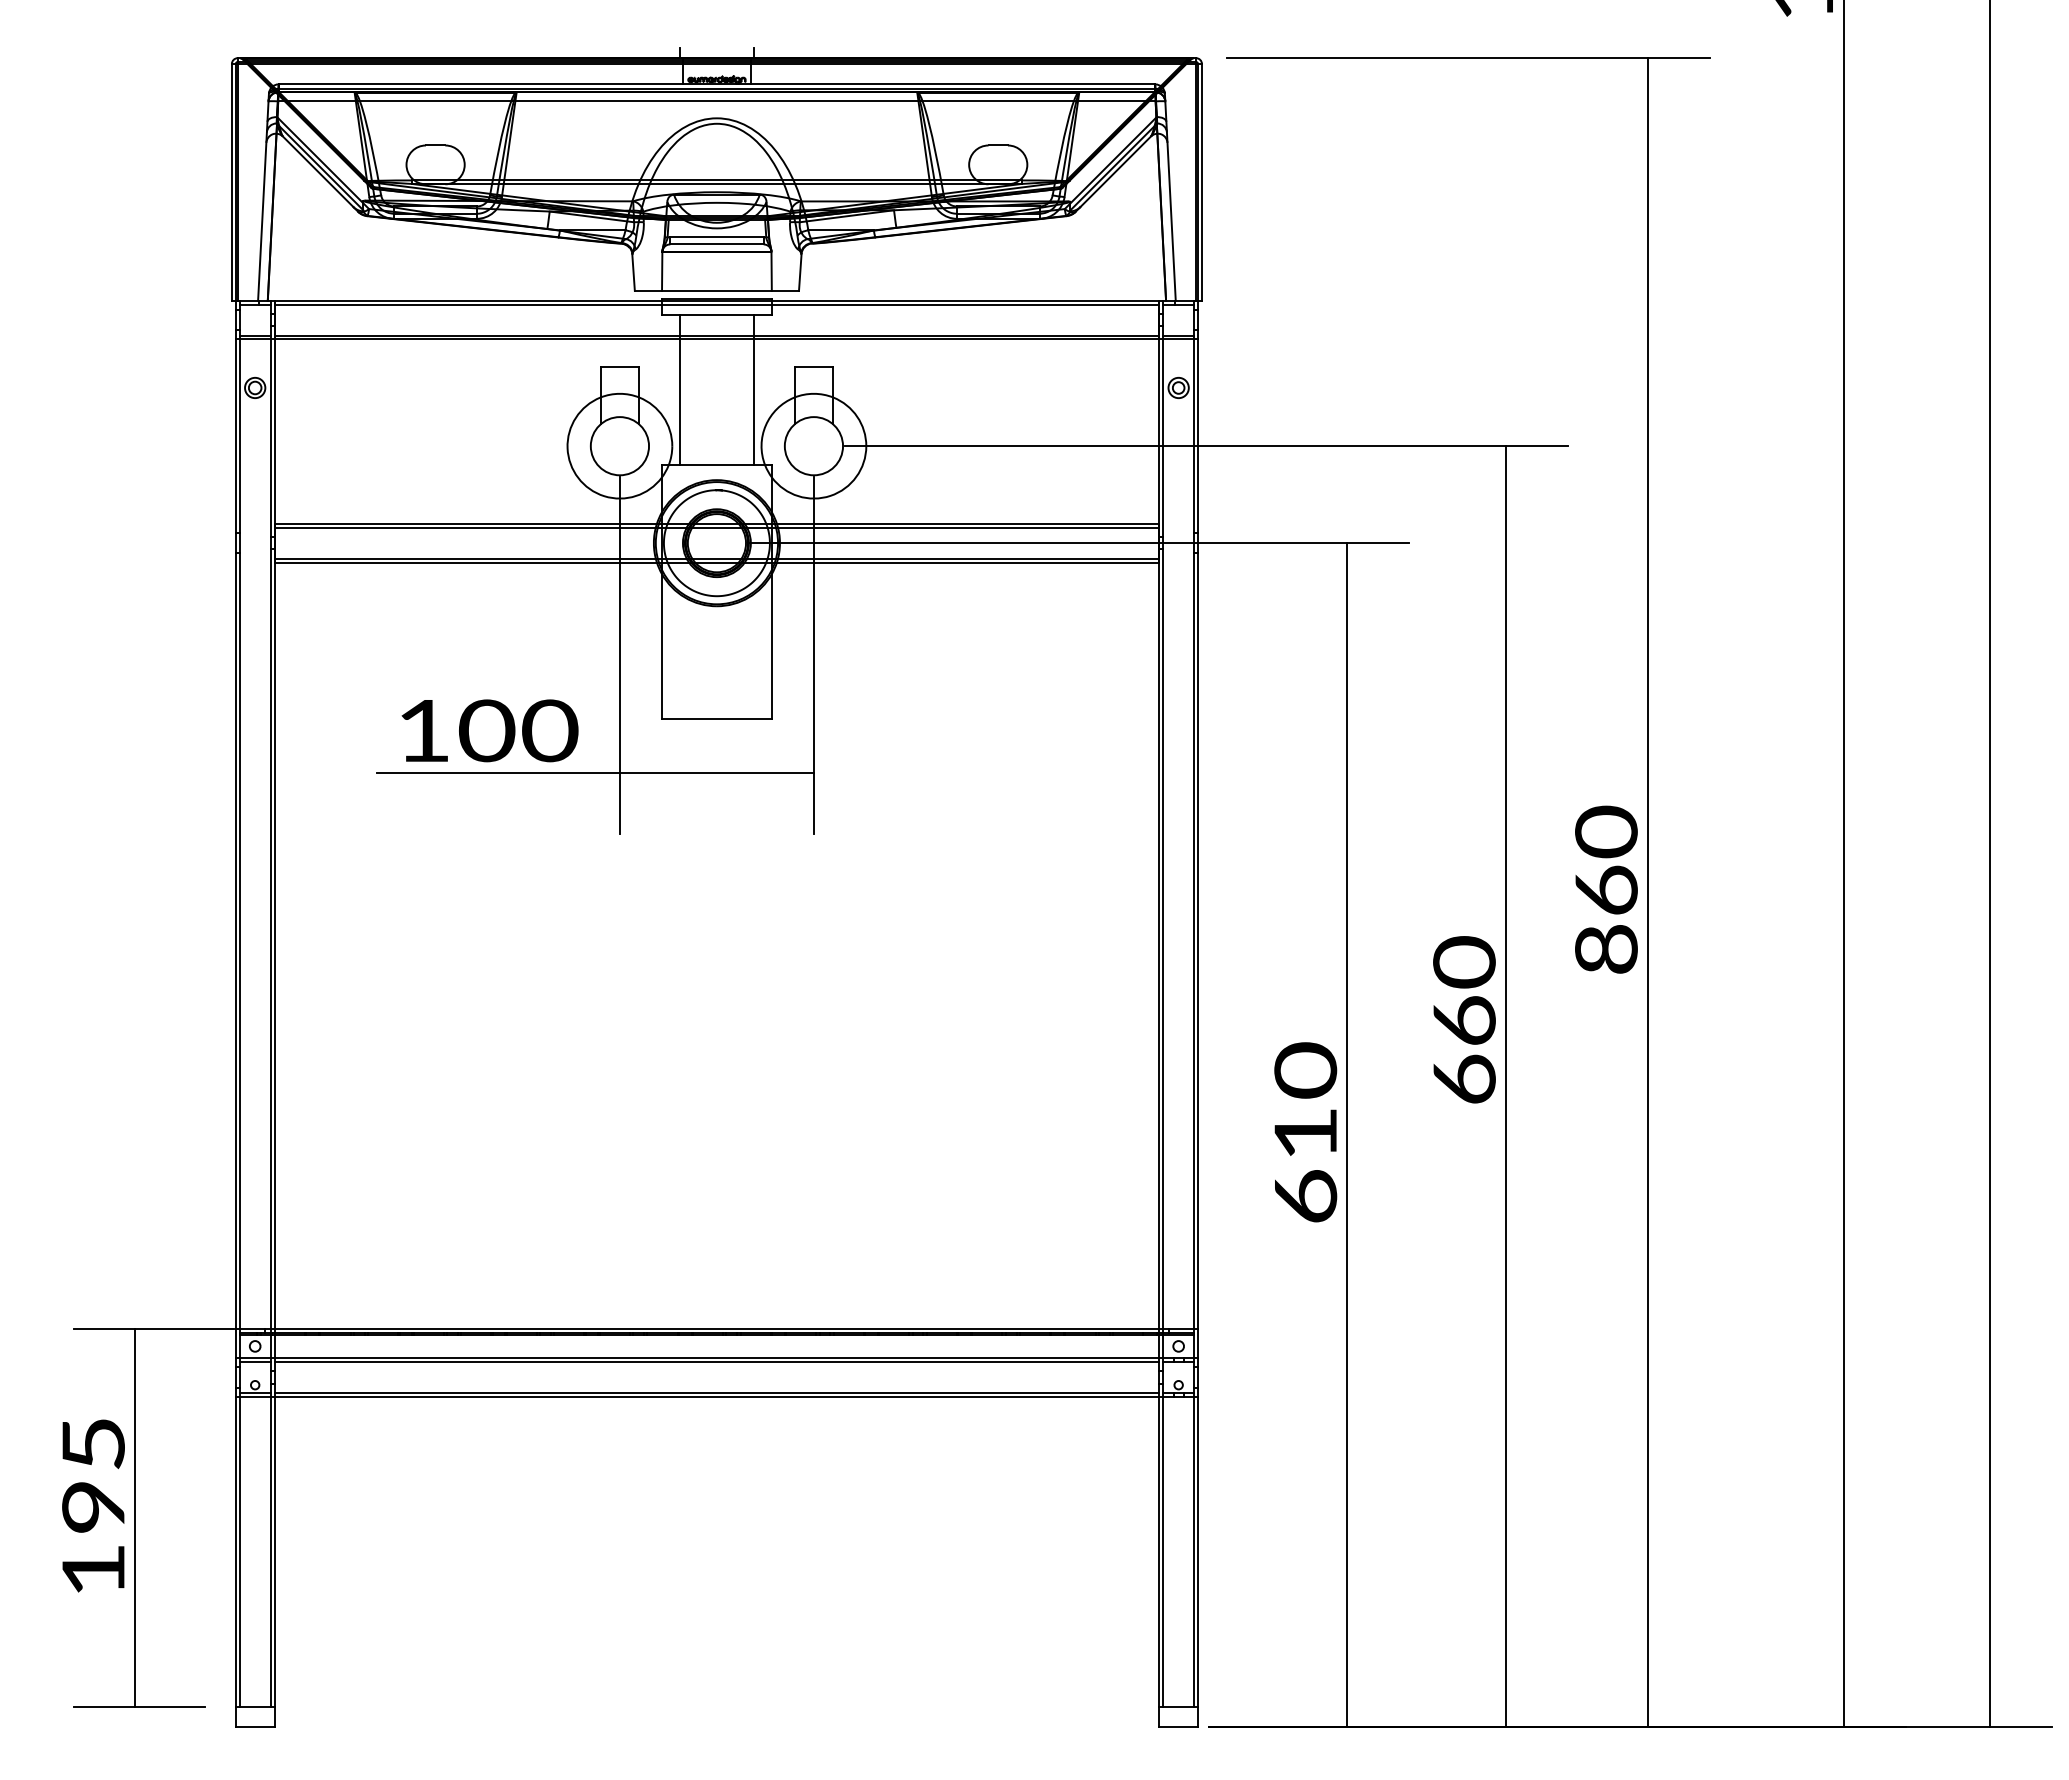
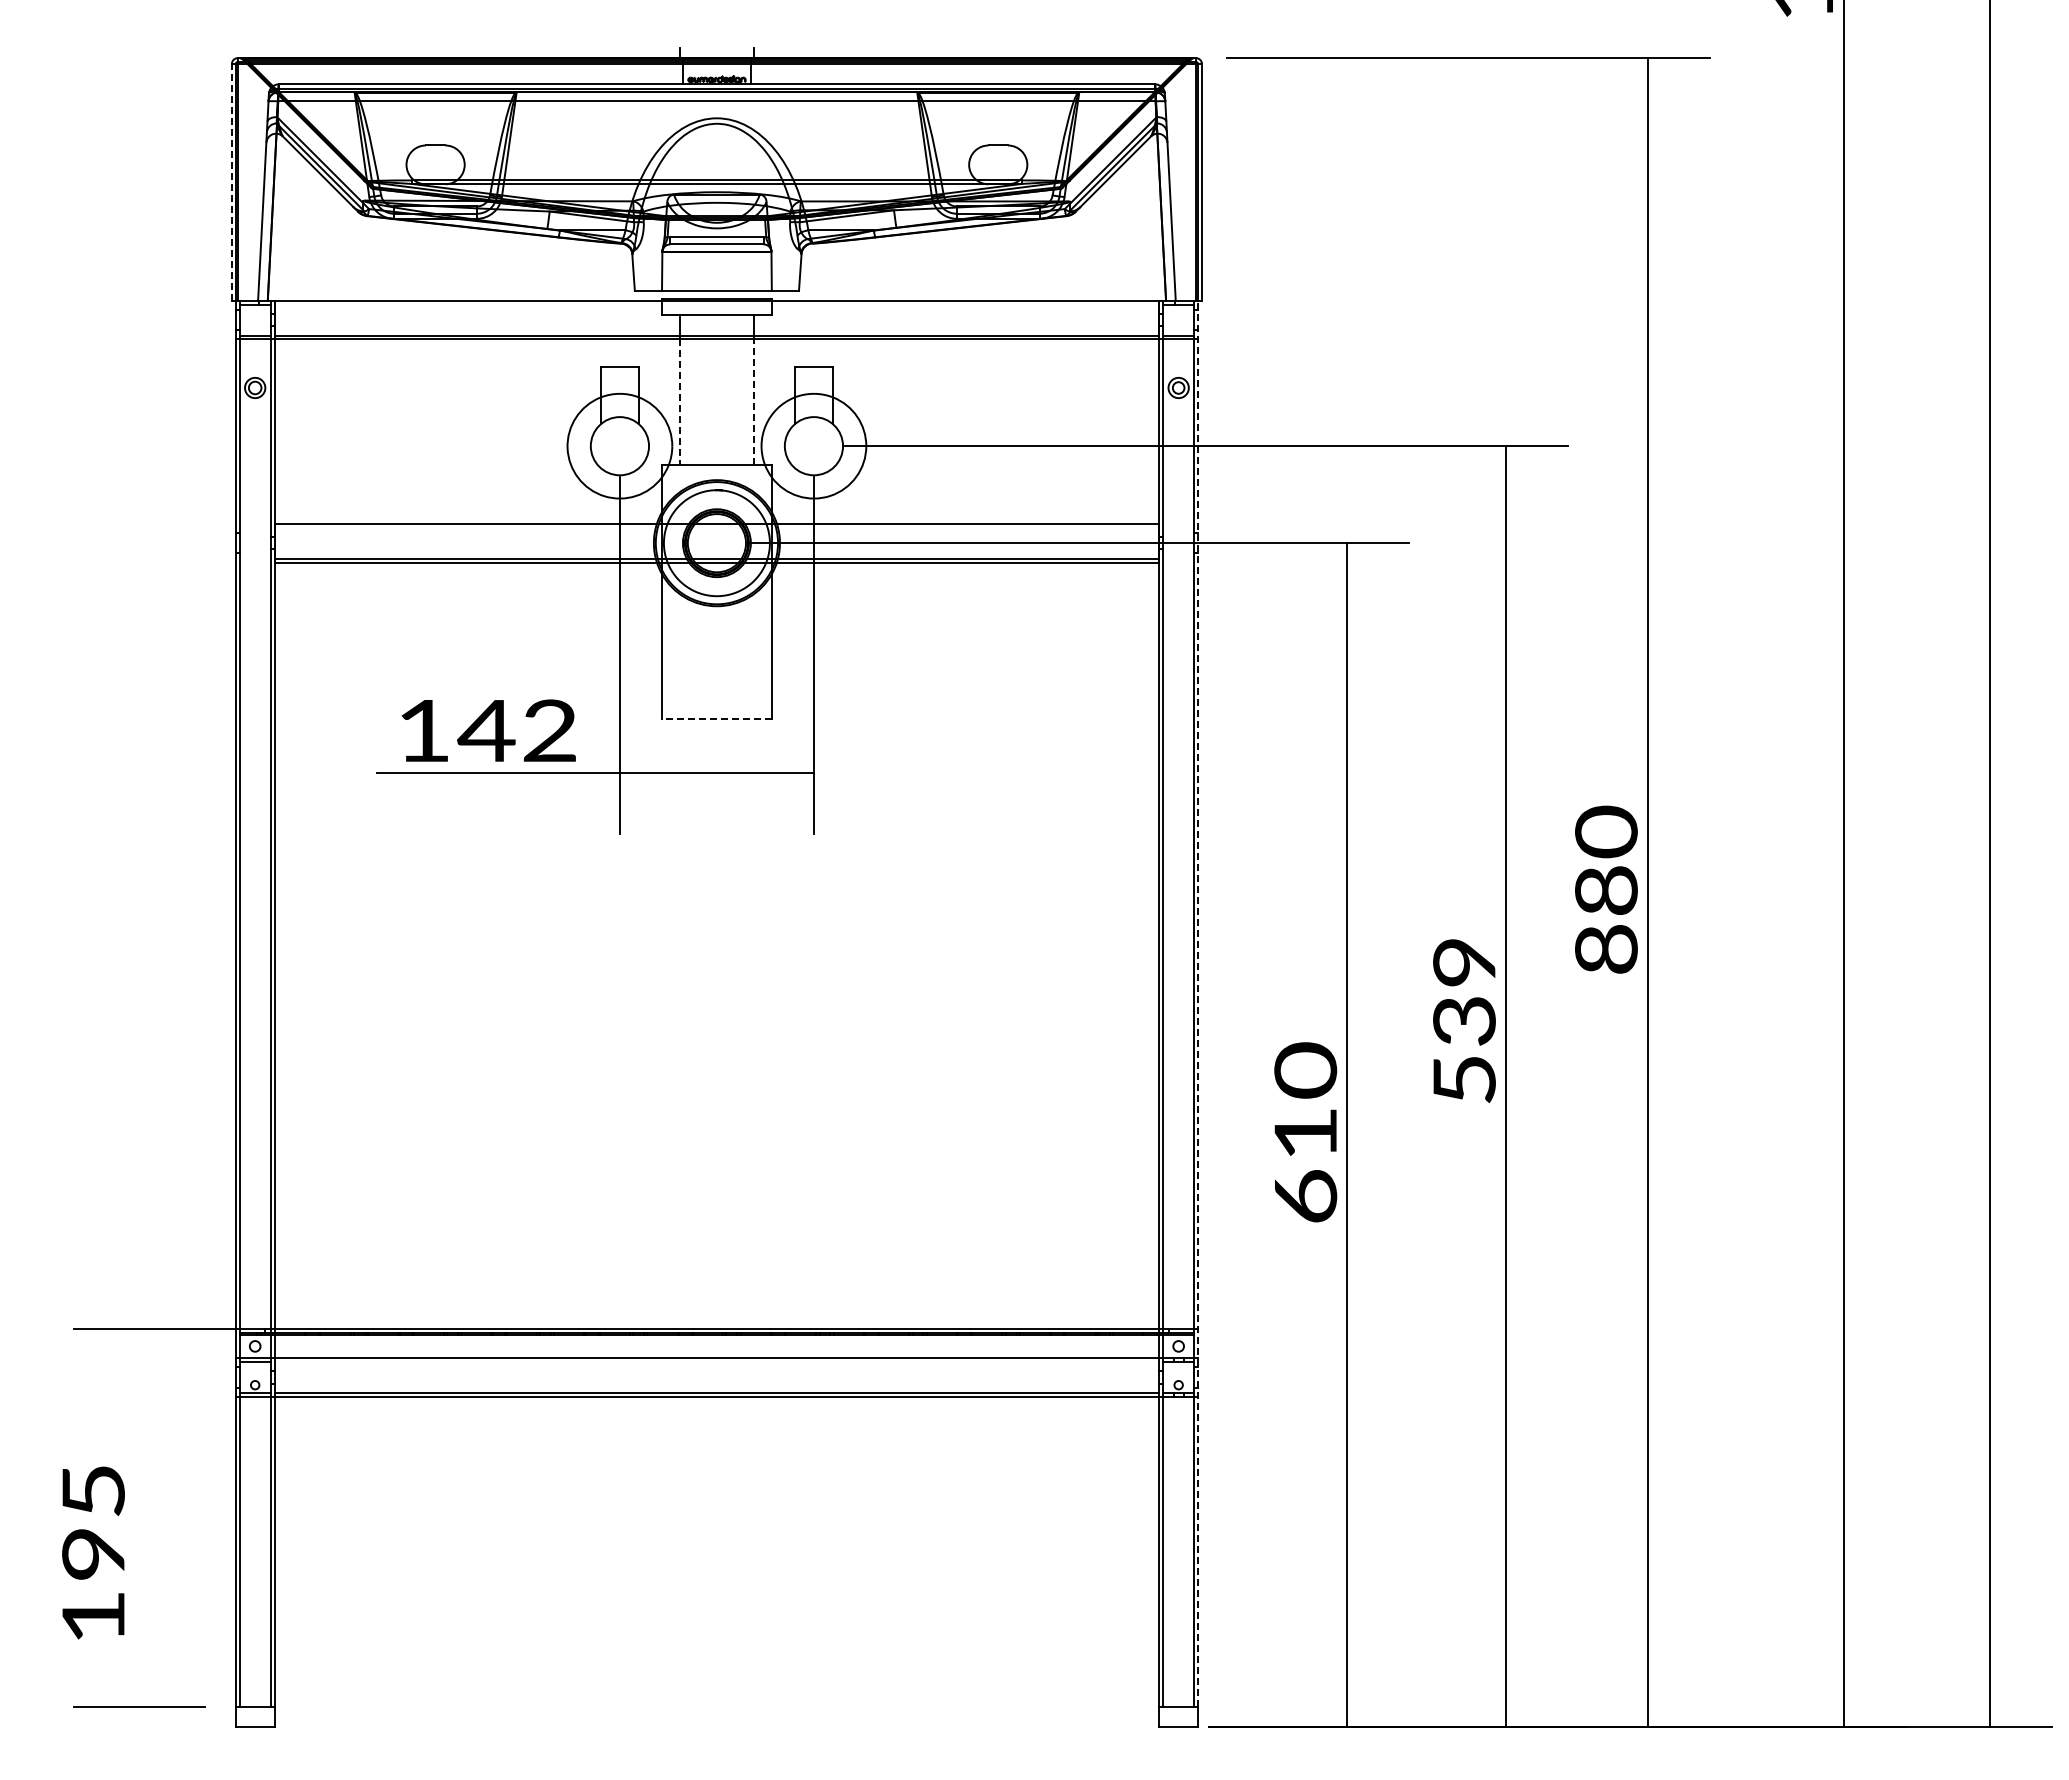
line at (231, 181): solid -> dashed
line at (716, 304): present -> none
line at (680, 402): solid -> dashed
line at (753, 402): solid -> dashed
line at (716, 527): present -> none
line at (716, 719): solid -> dashed
text at (517, 730): 100 -> 142
text at (1606, 890): 860 -> 880
line at (1198, 1003): solid -> dashed
text at (1464, 1019): 660 -> 539
line at (716, 1361): present -> none
text at (93, 1505) position: (93, 1505) -> (93, 1552)
line at (135, 1517): present -> none
